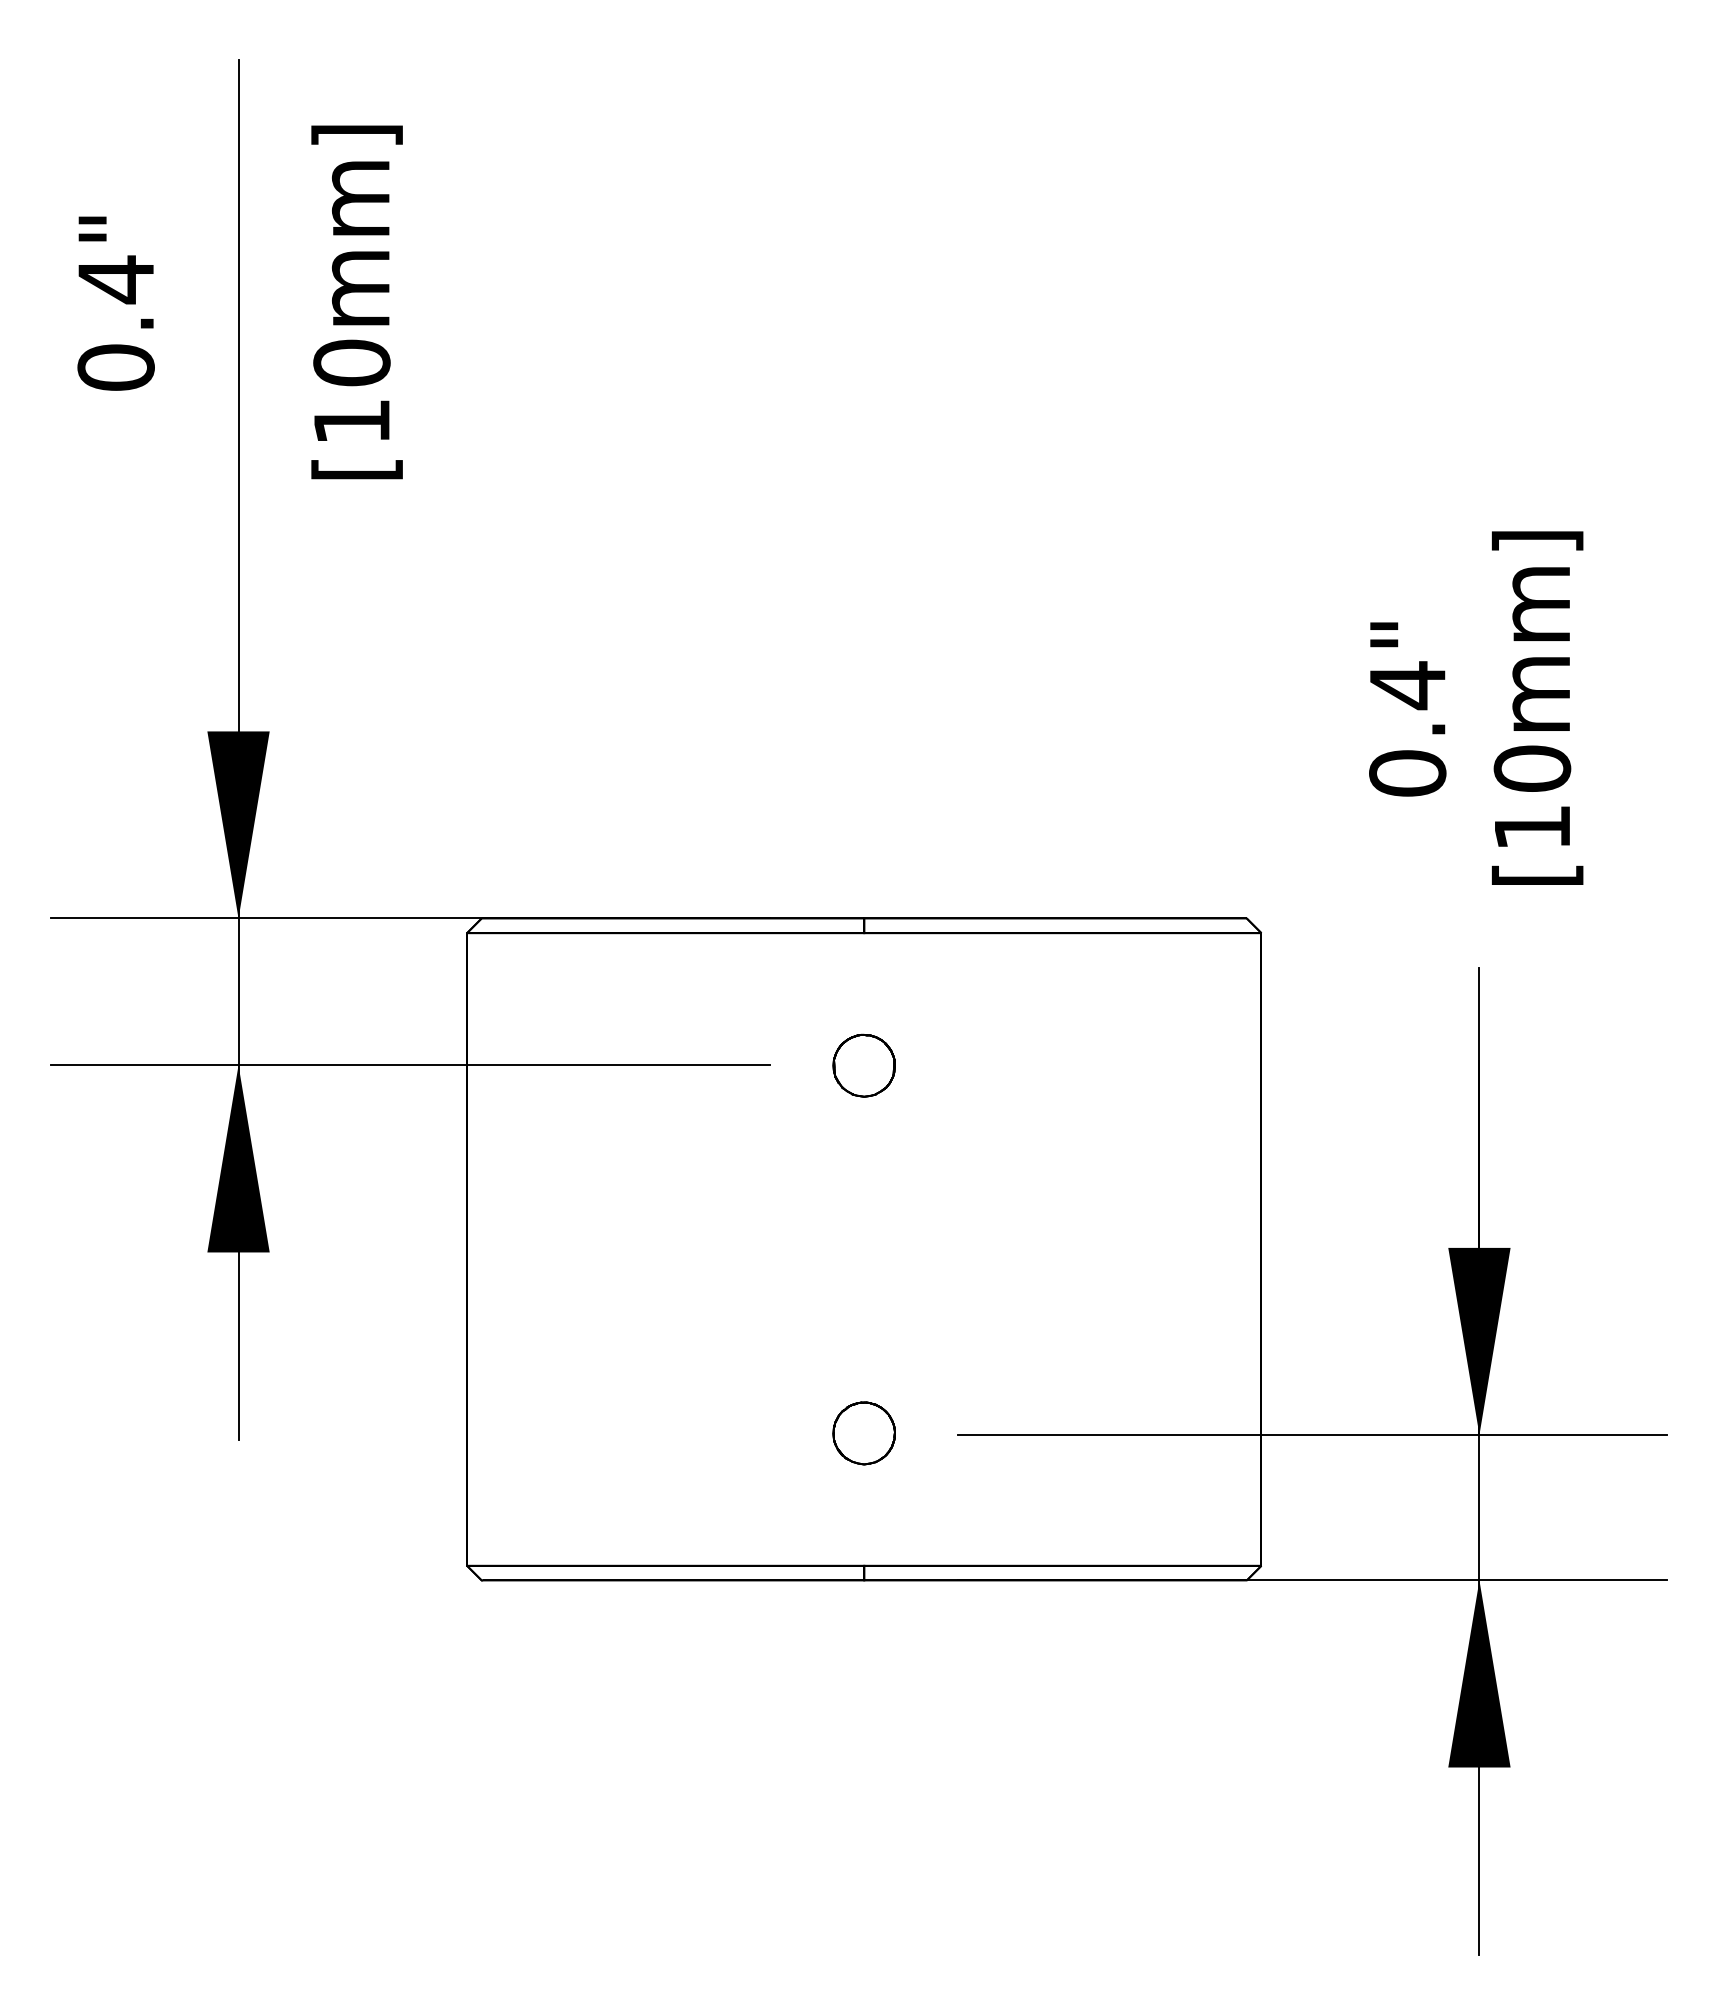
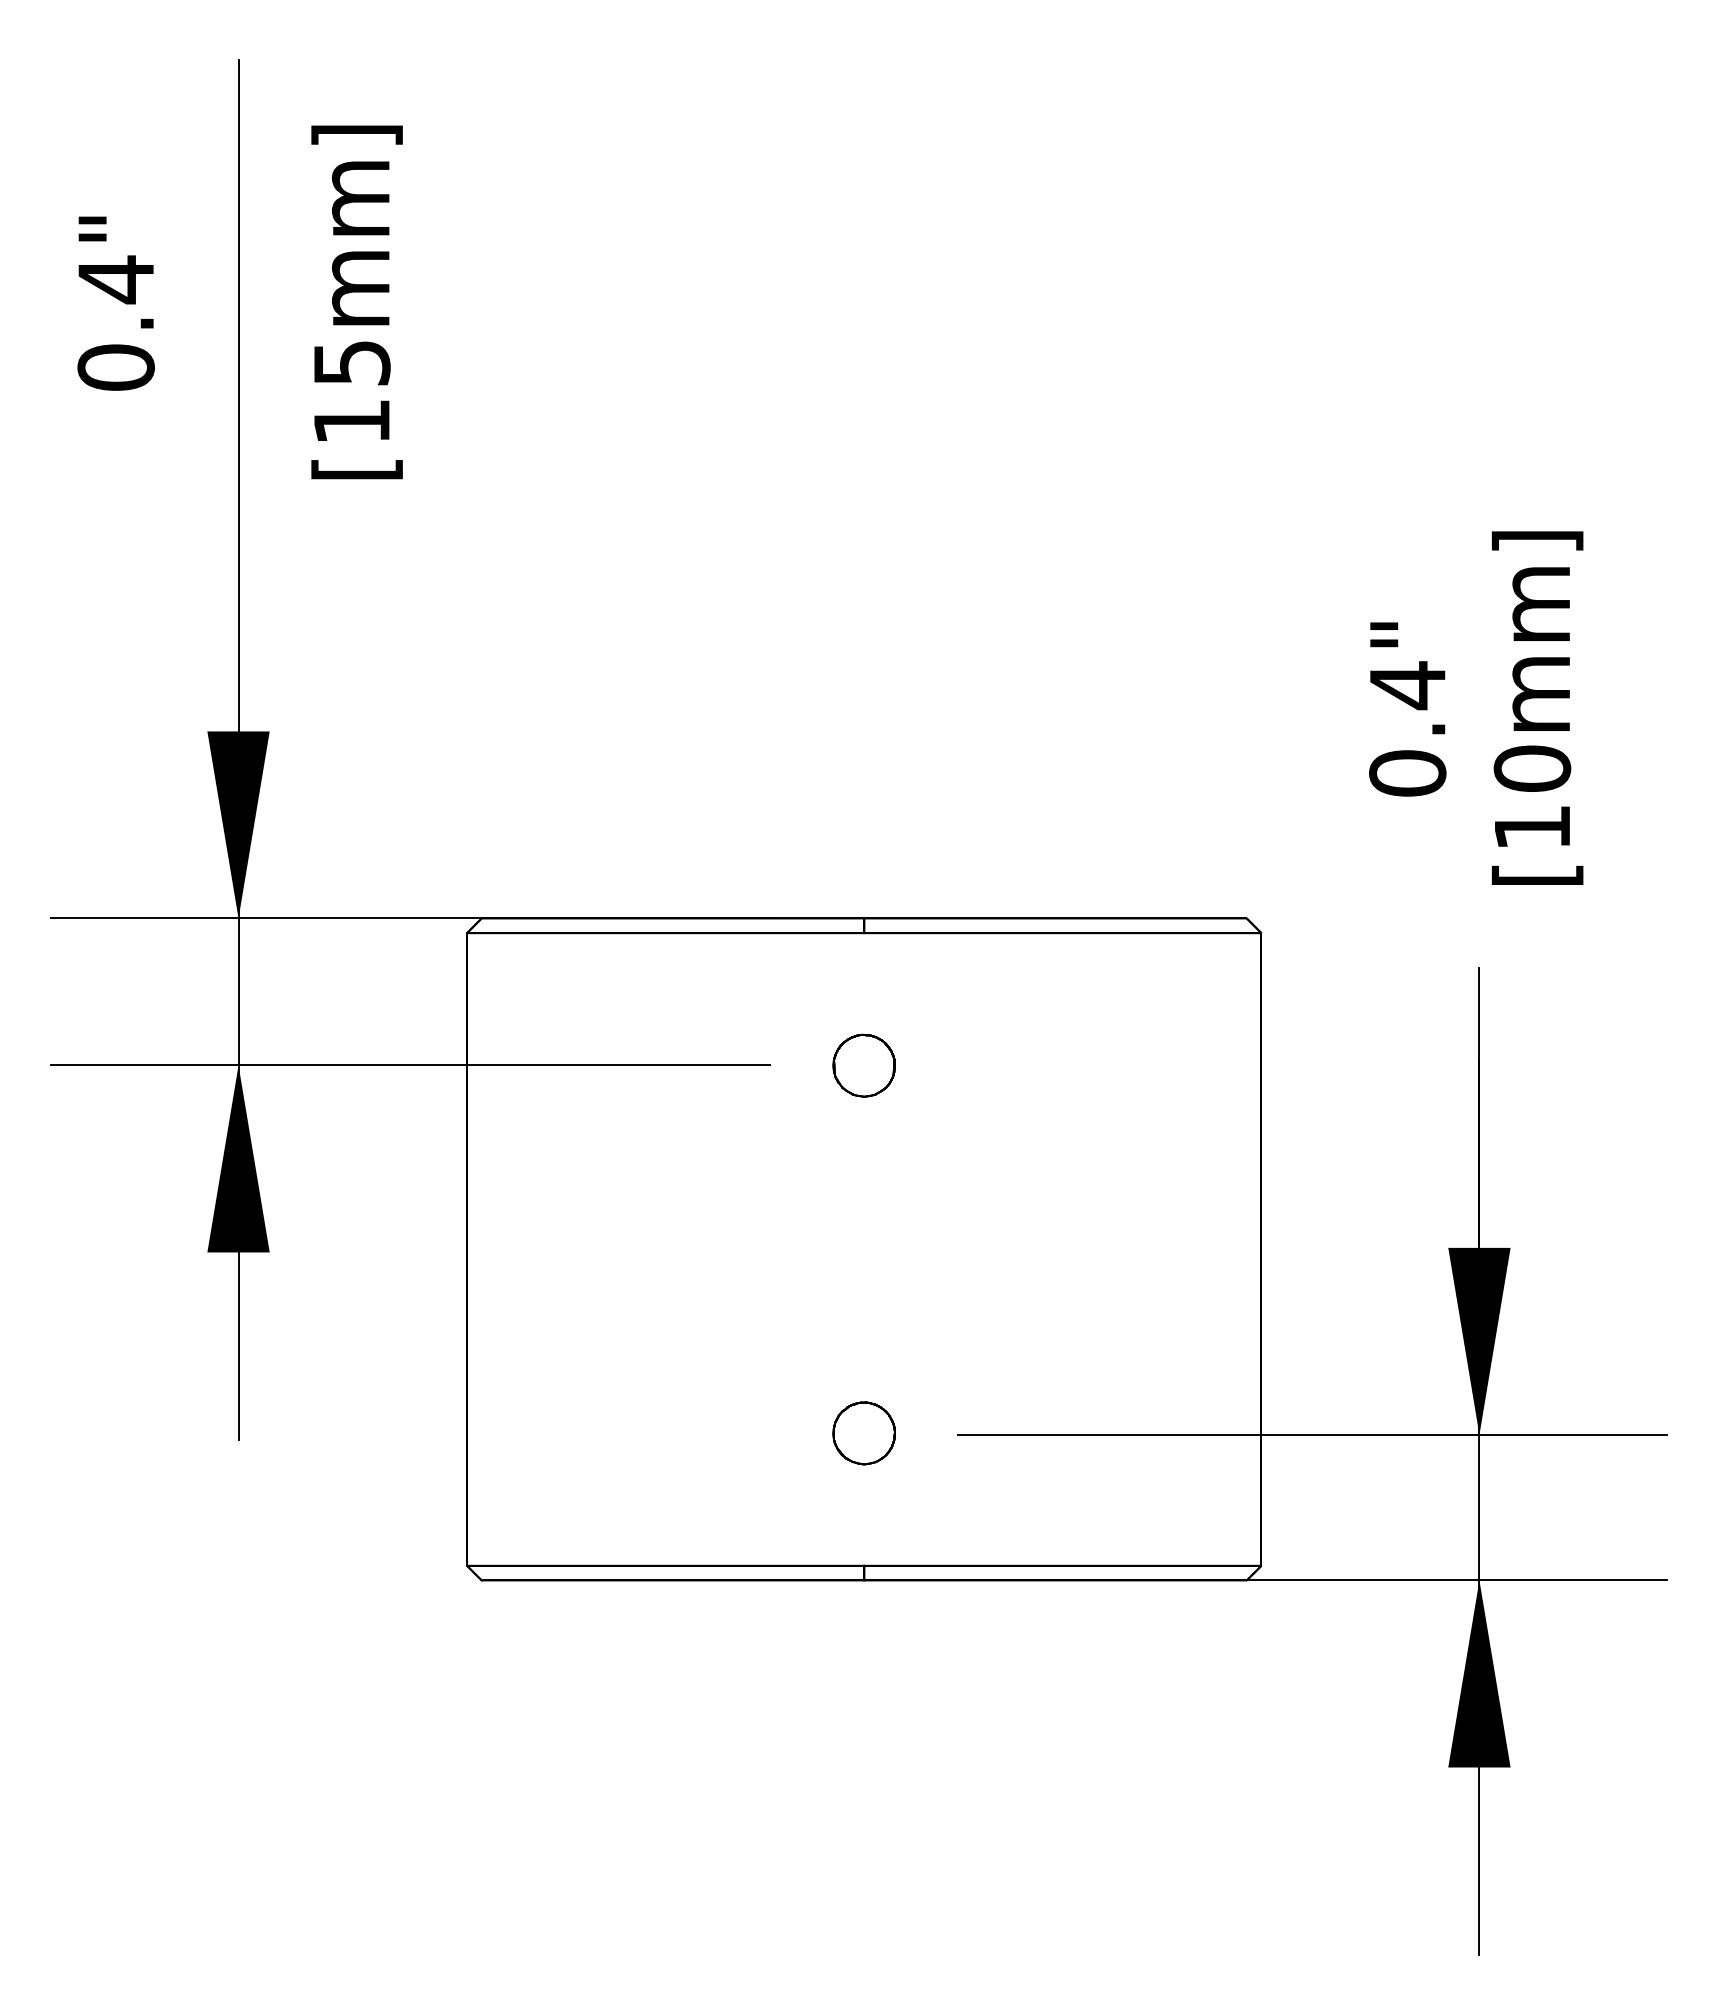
text at (351, 362): [10mm] -> [15mm]
